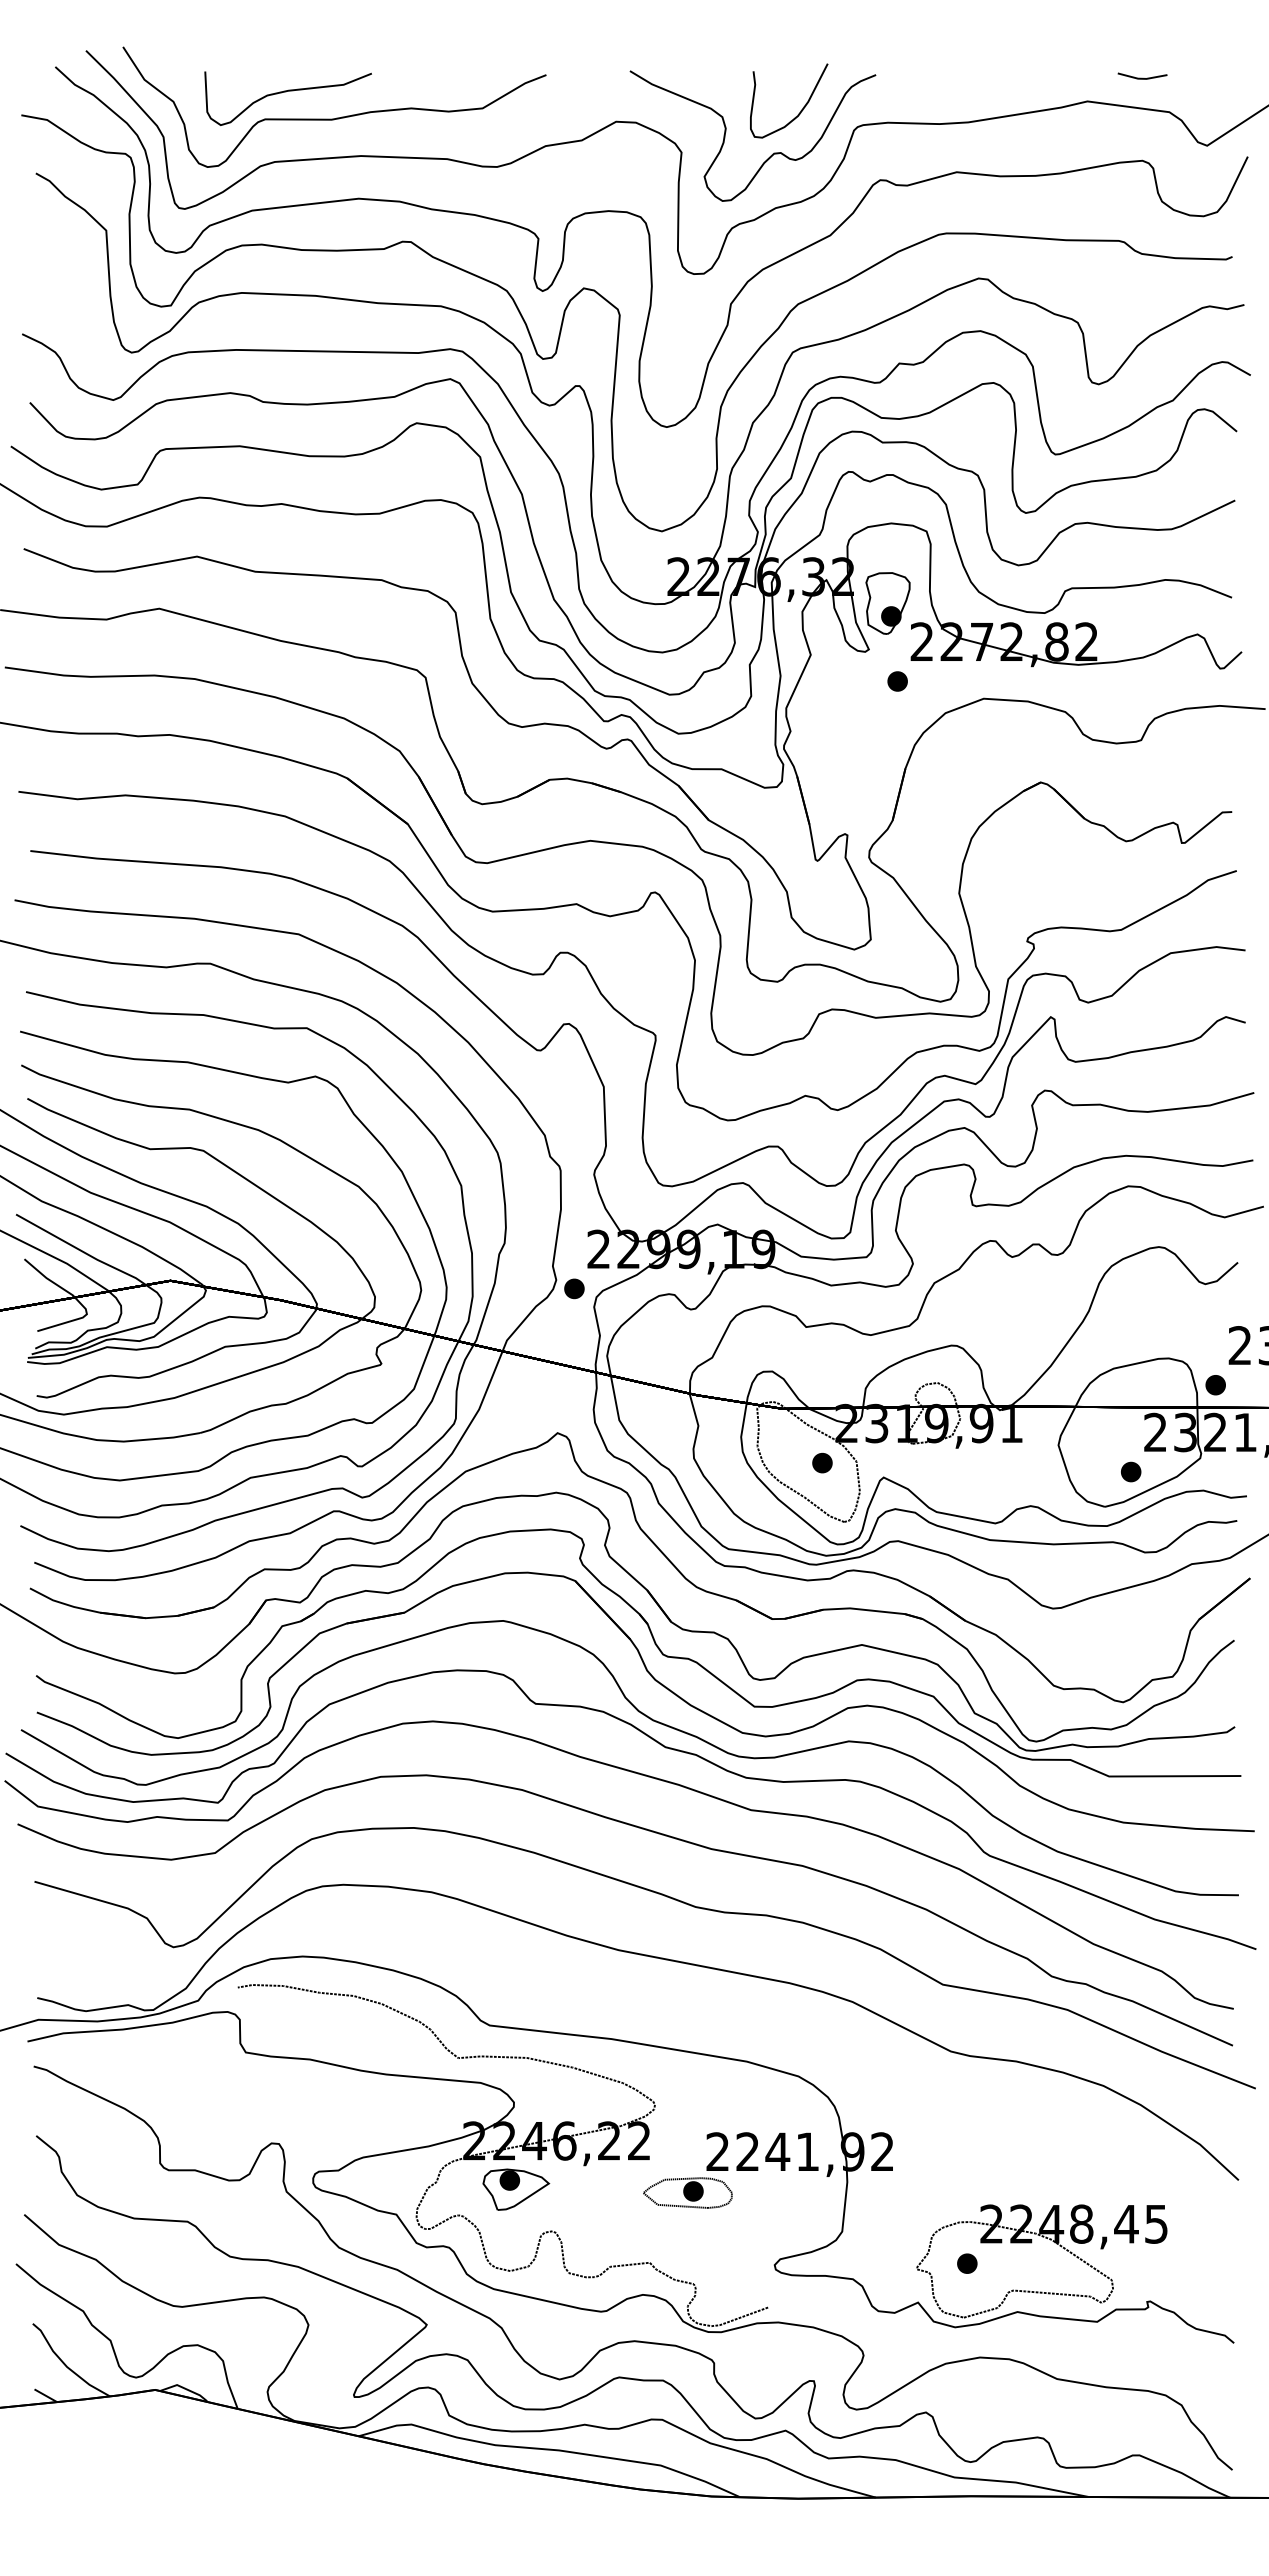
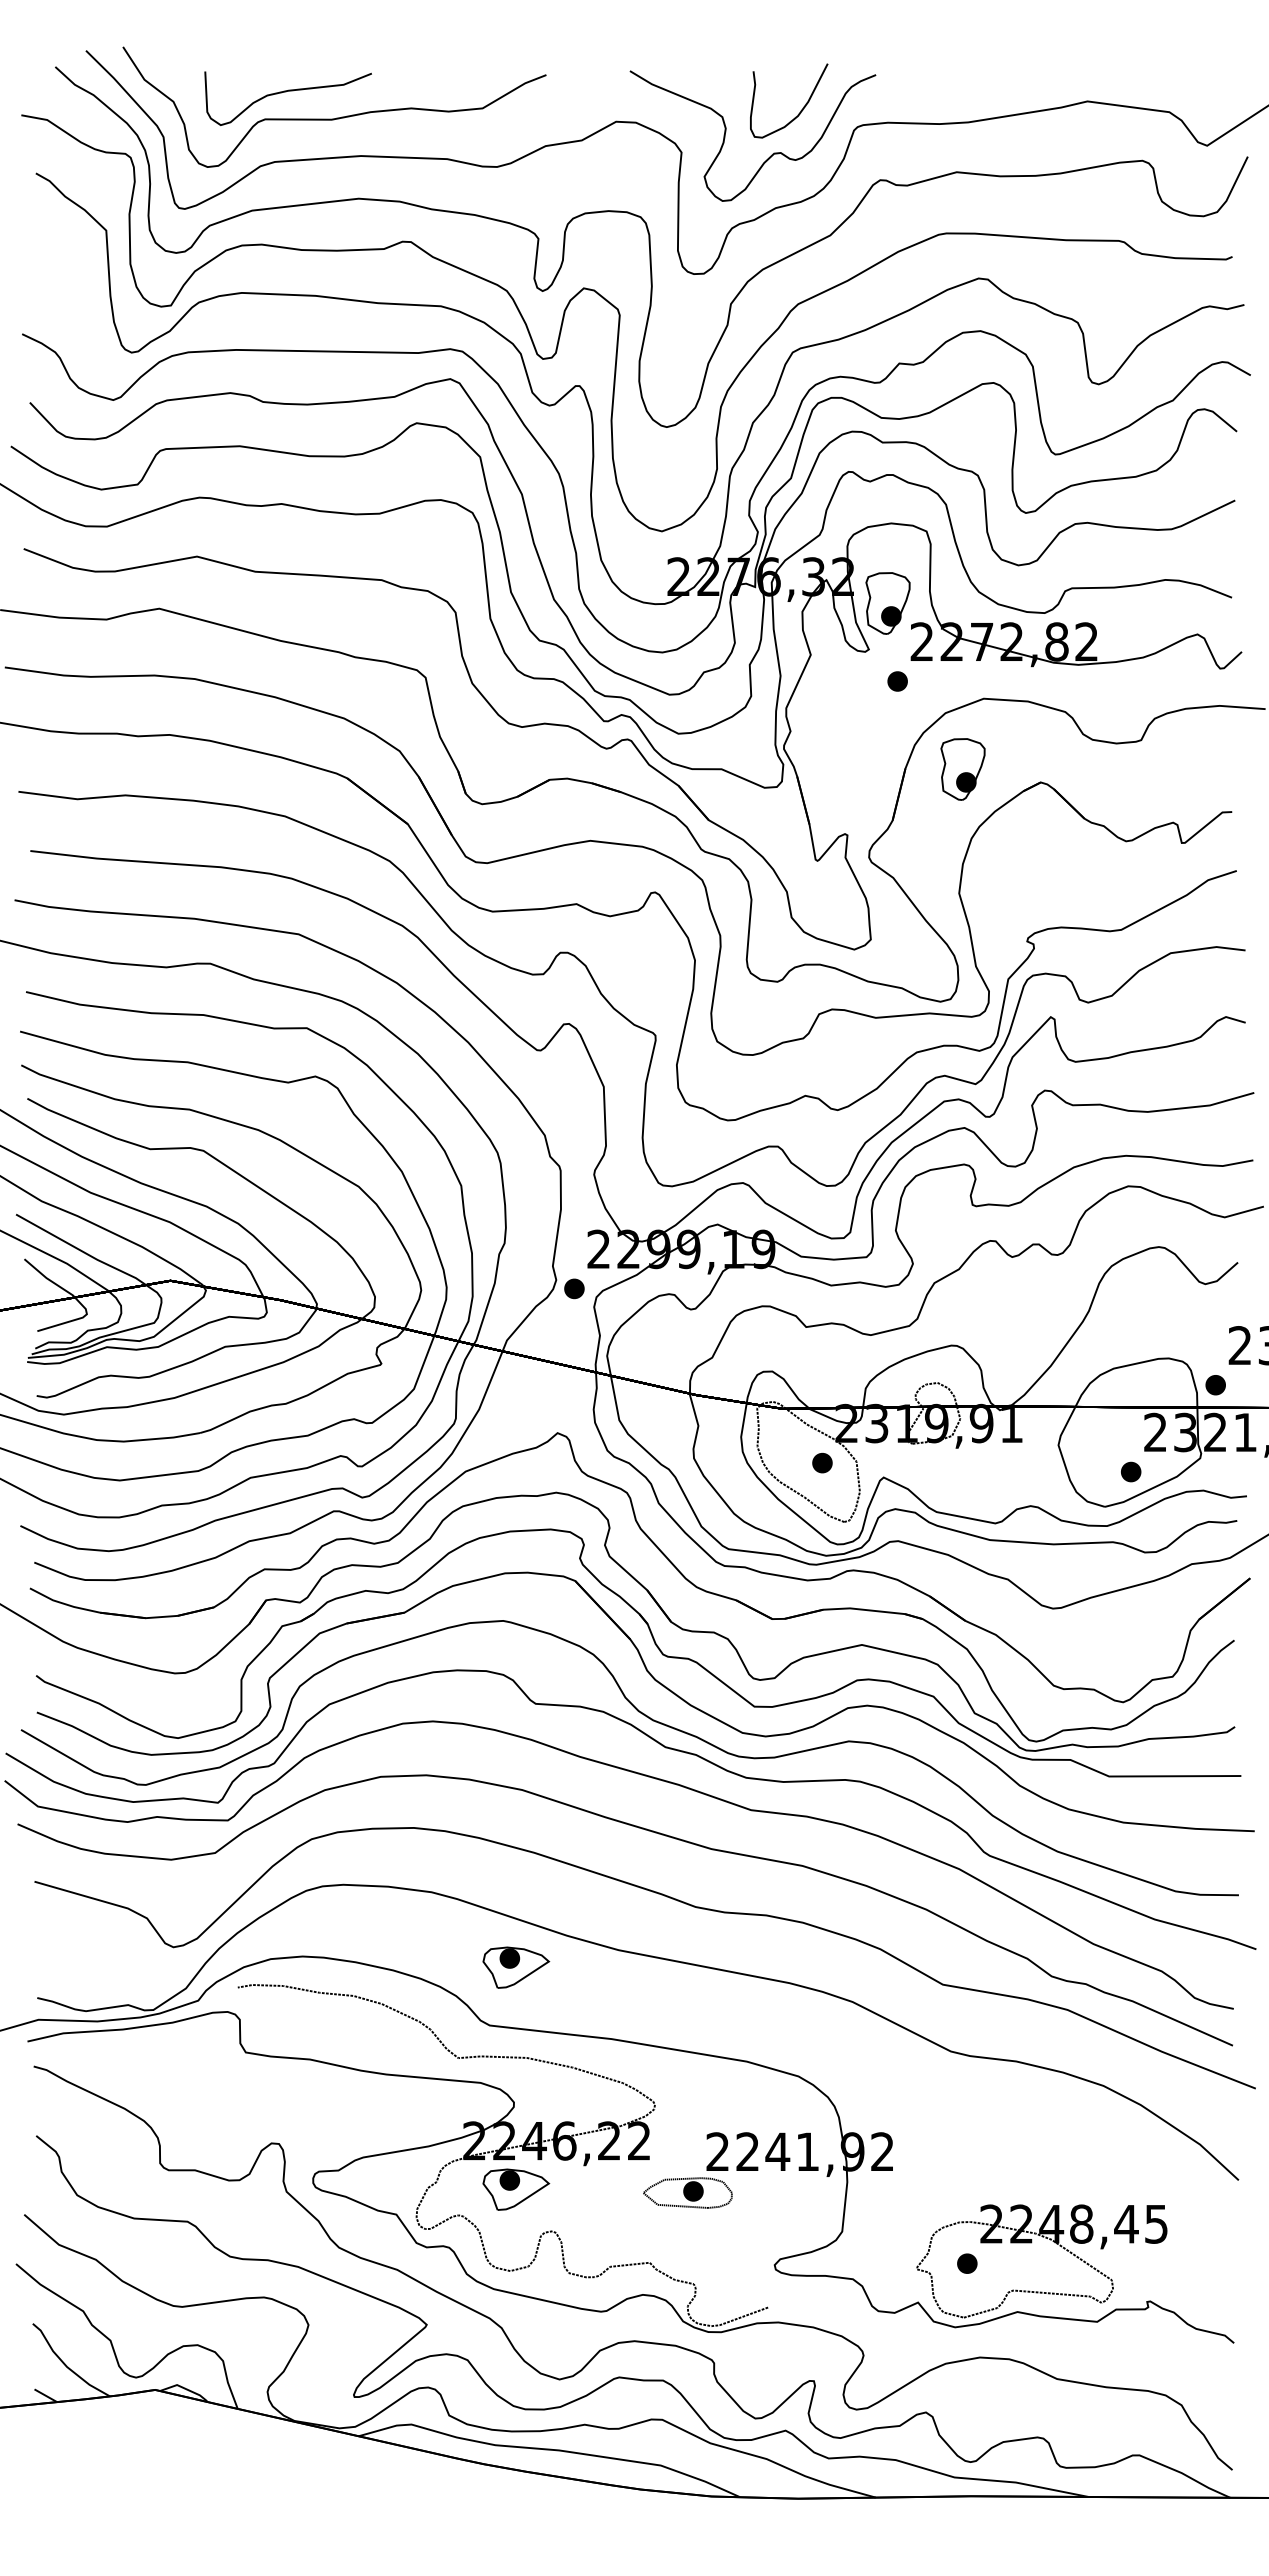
line at (1142, 77): present -> none
part at (962, 769): none -> present
part at (516, 1967): none -> present
